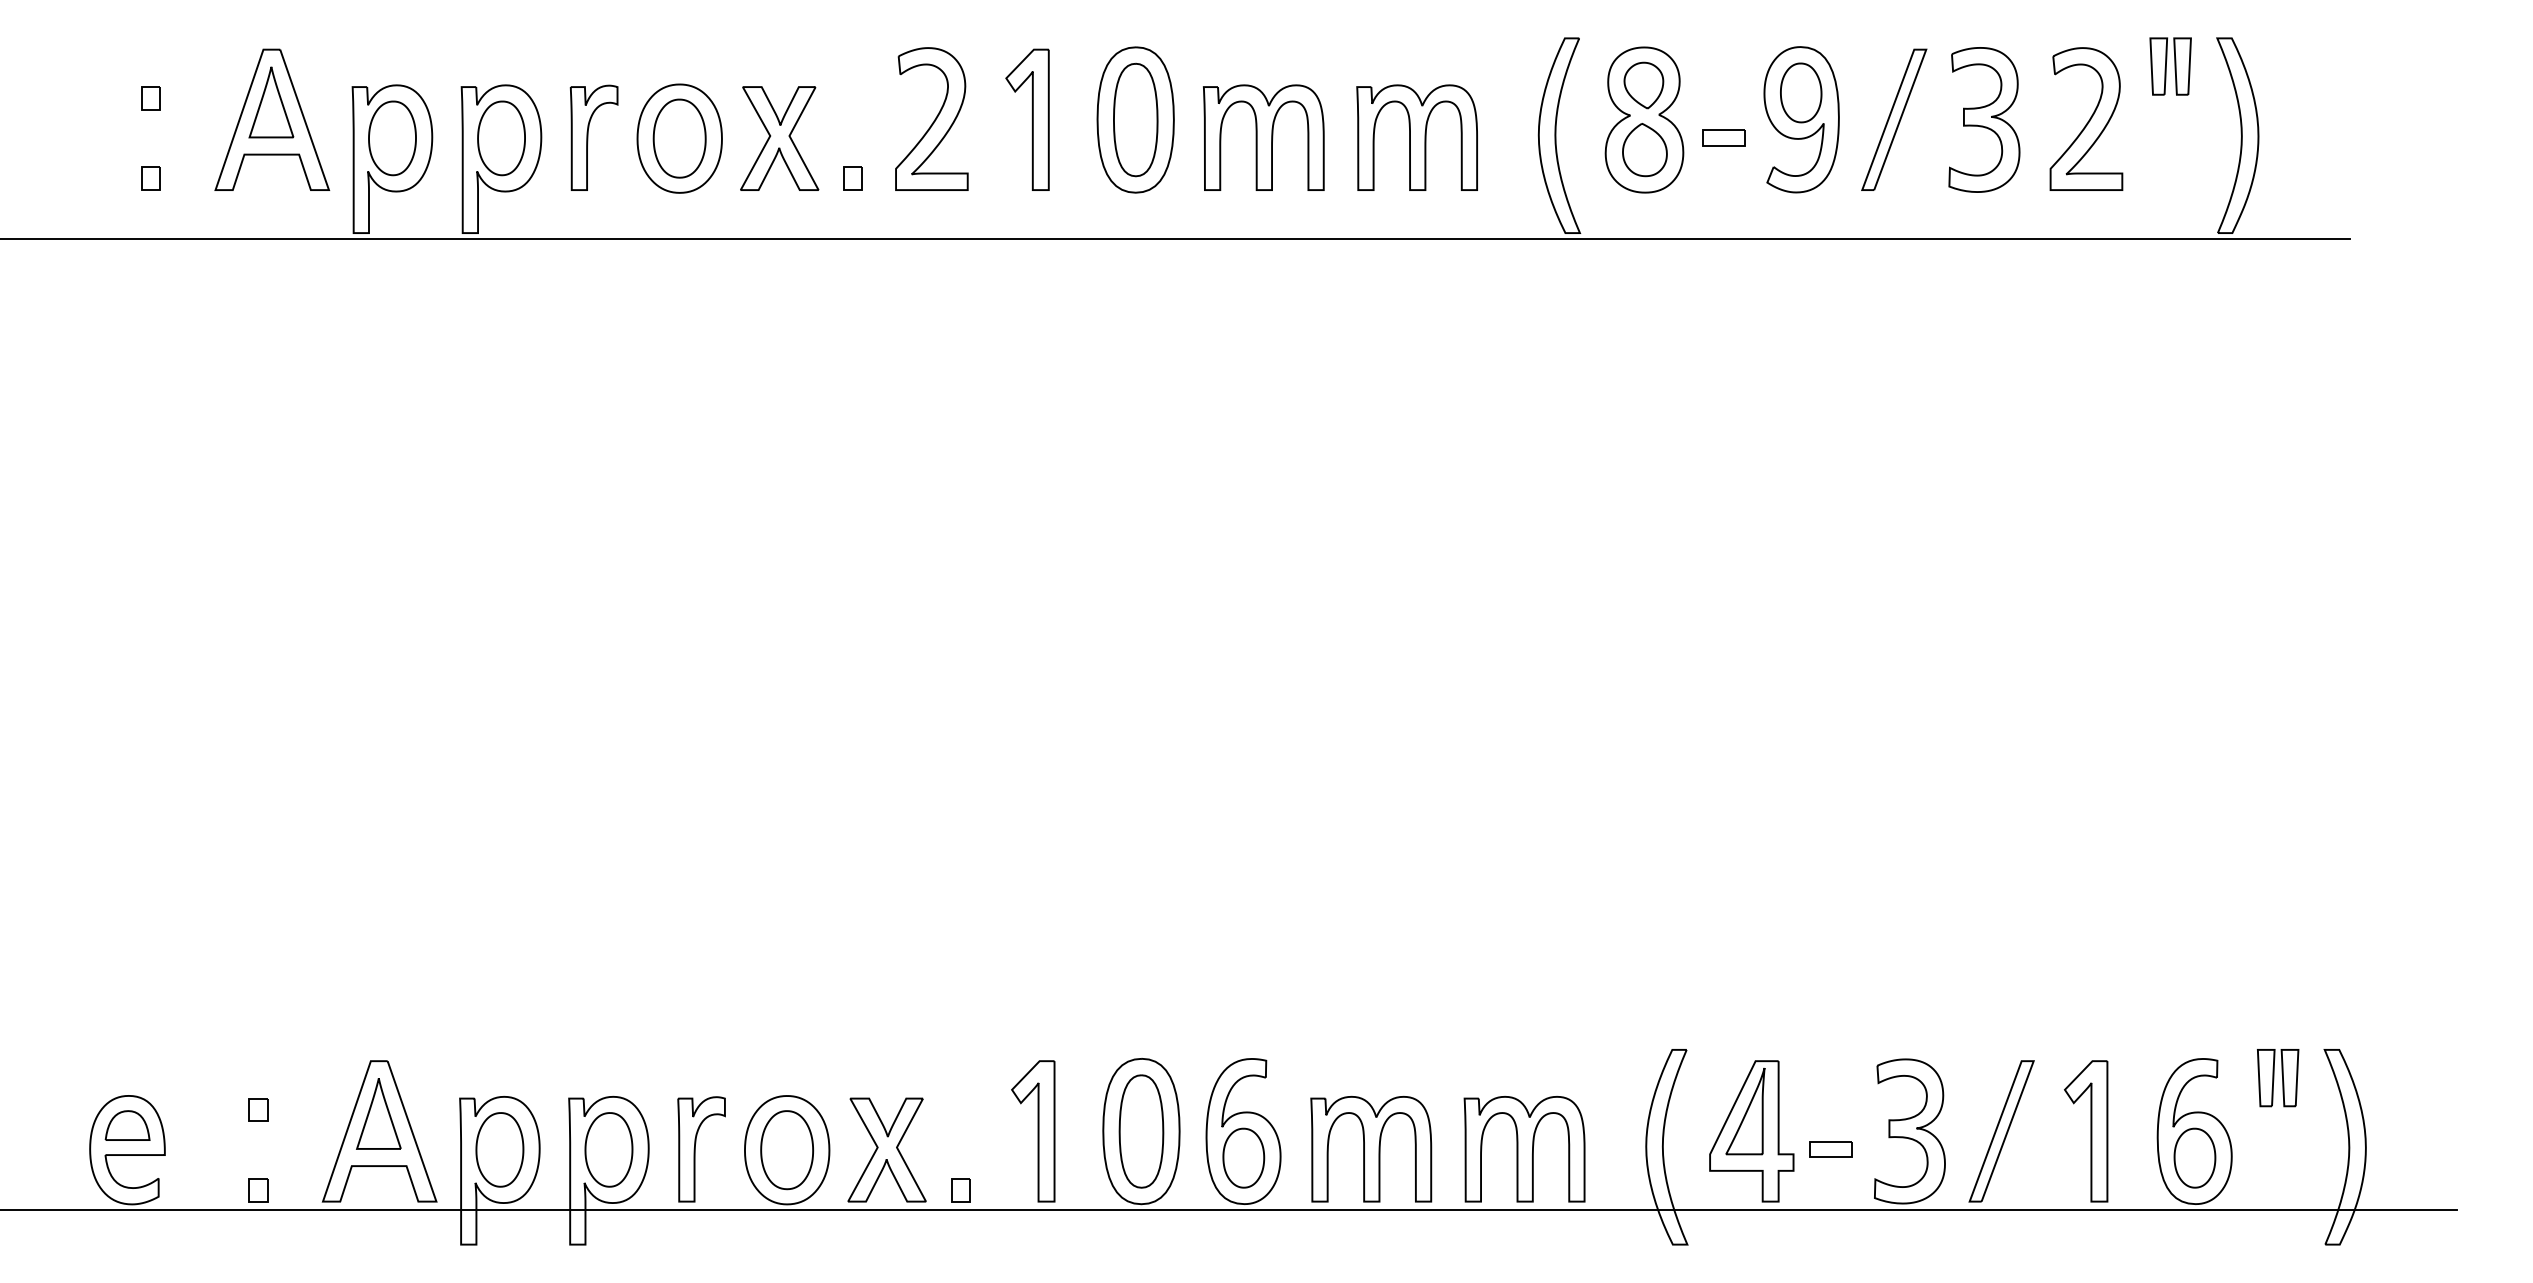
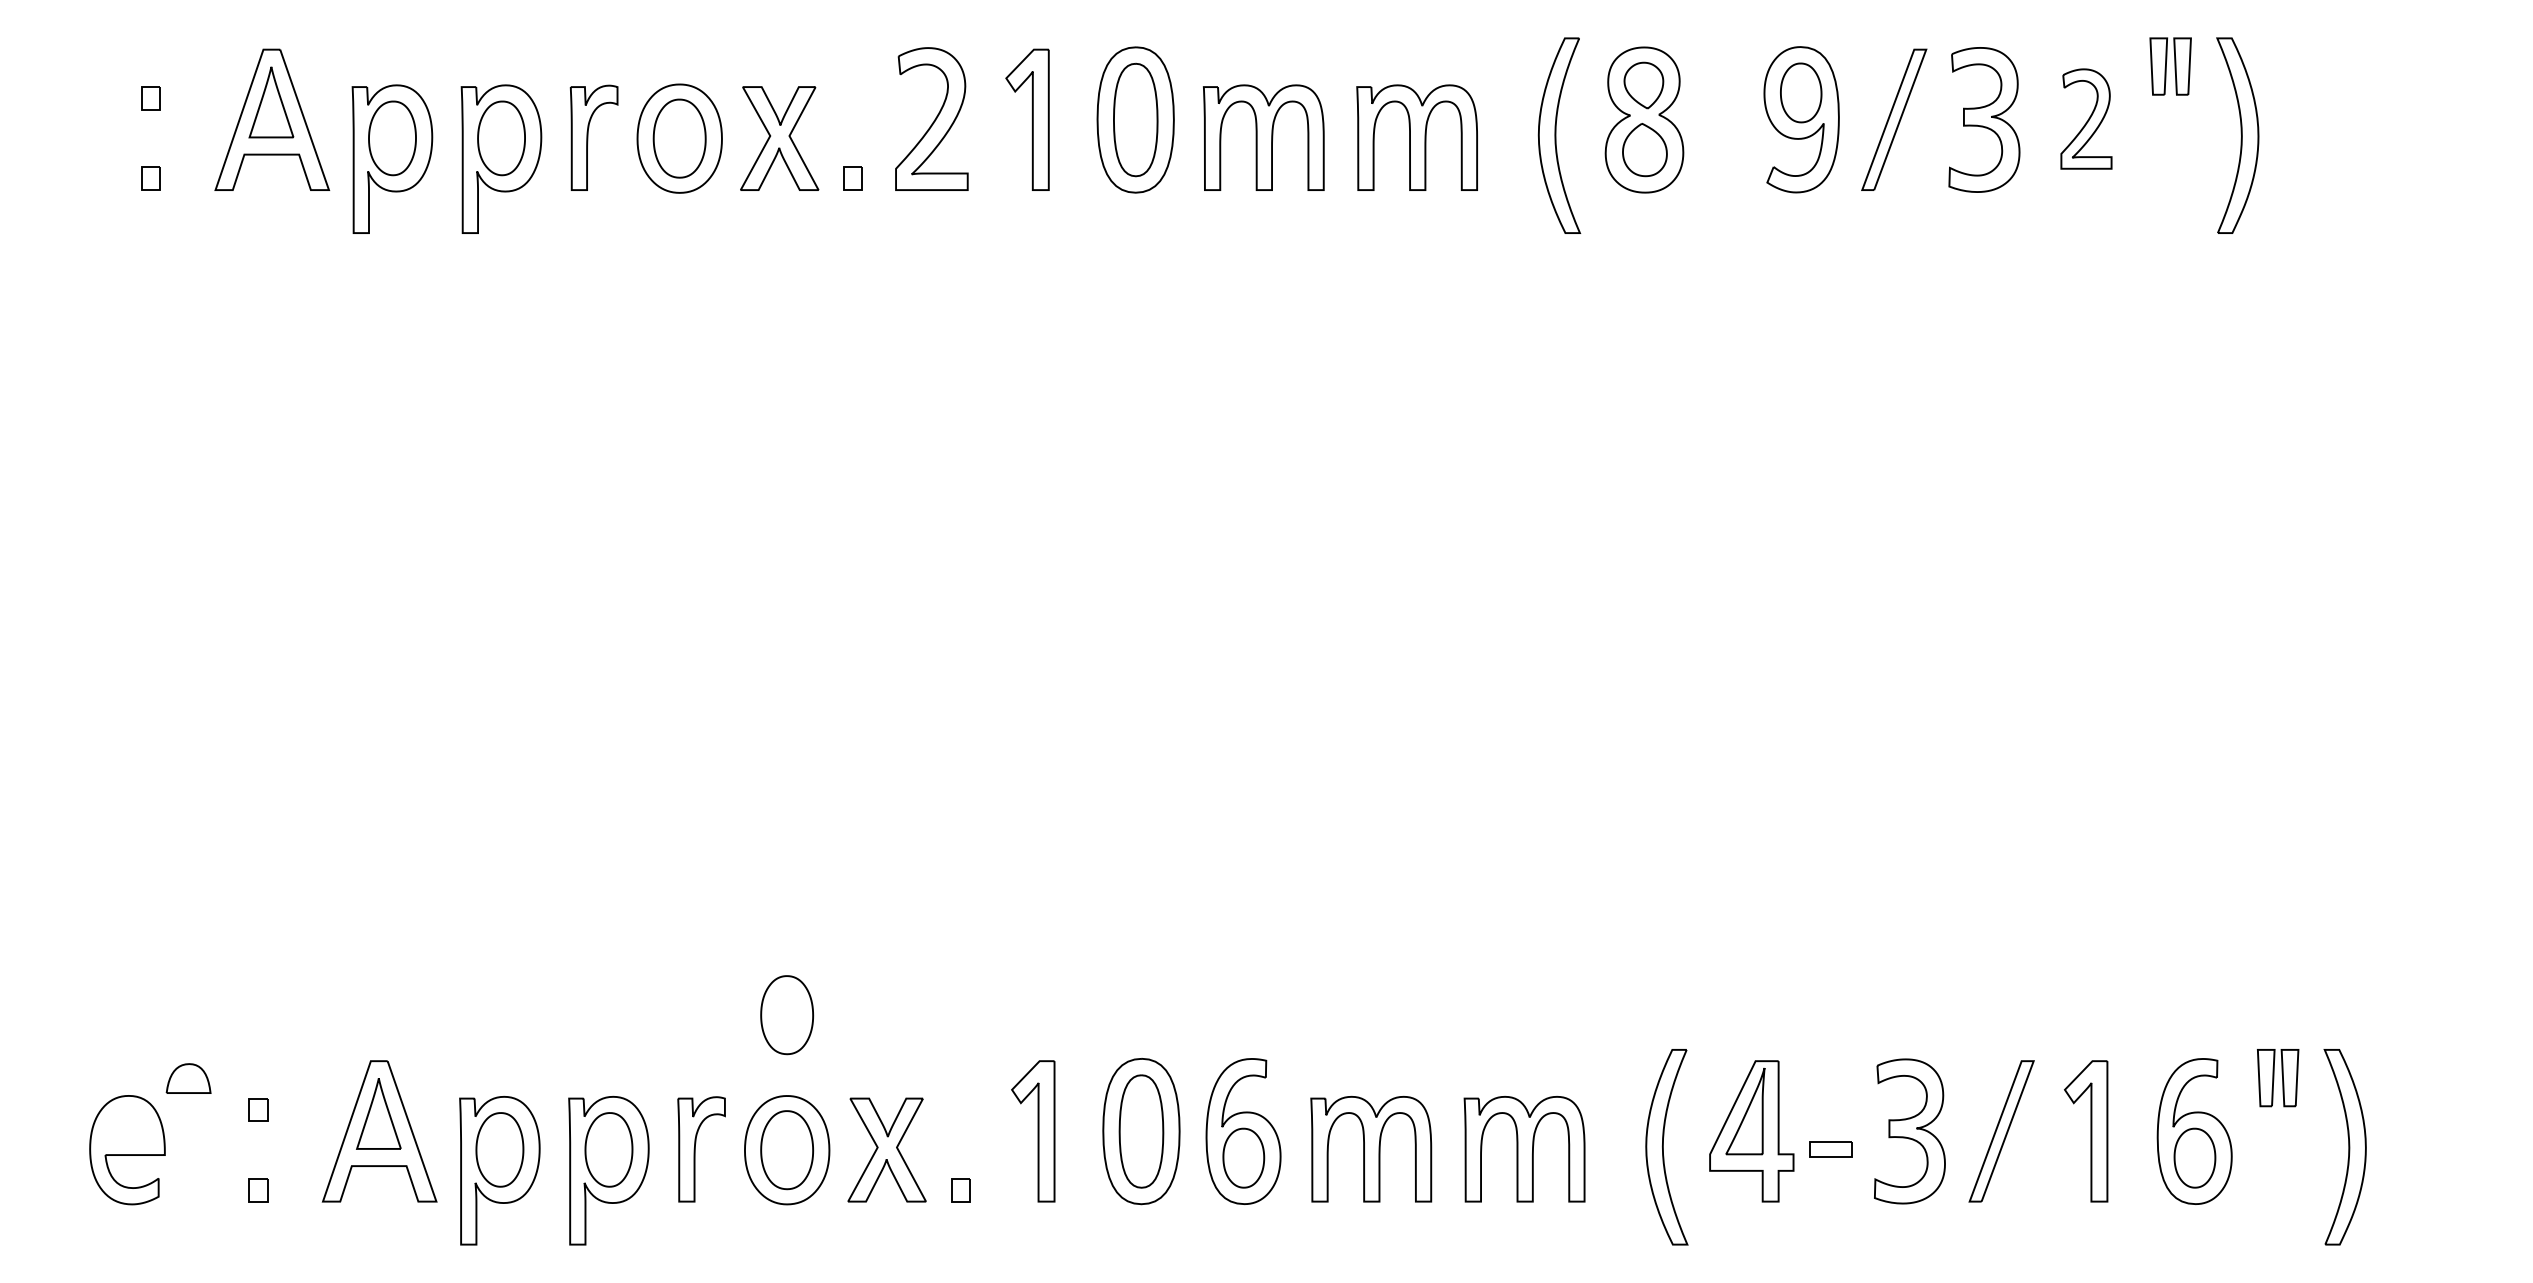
part at (2086, 118) size: 75x144 px -> 53x102 px
part at (1723, 137): present -> none
line at (1175, 238): present -> none
part at (787, 1015): none -> present
part at (127, 1125) position: (127, 1125) -> (188, 1078)
line at (1229, 1210): present -> none
